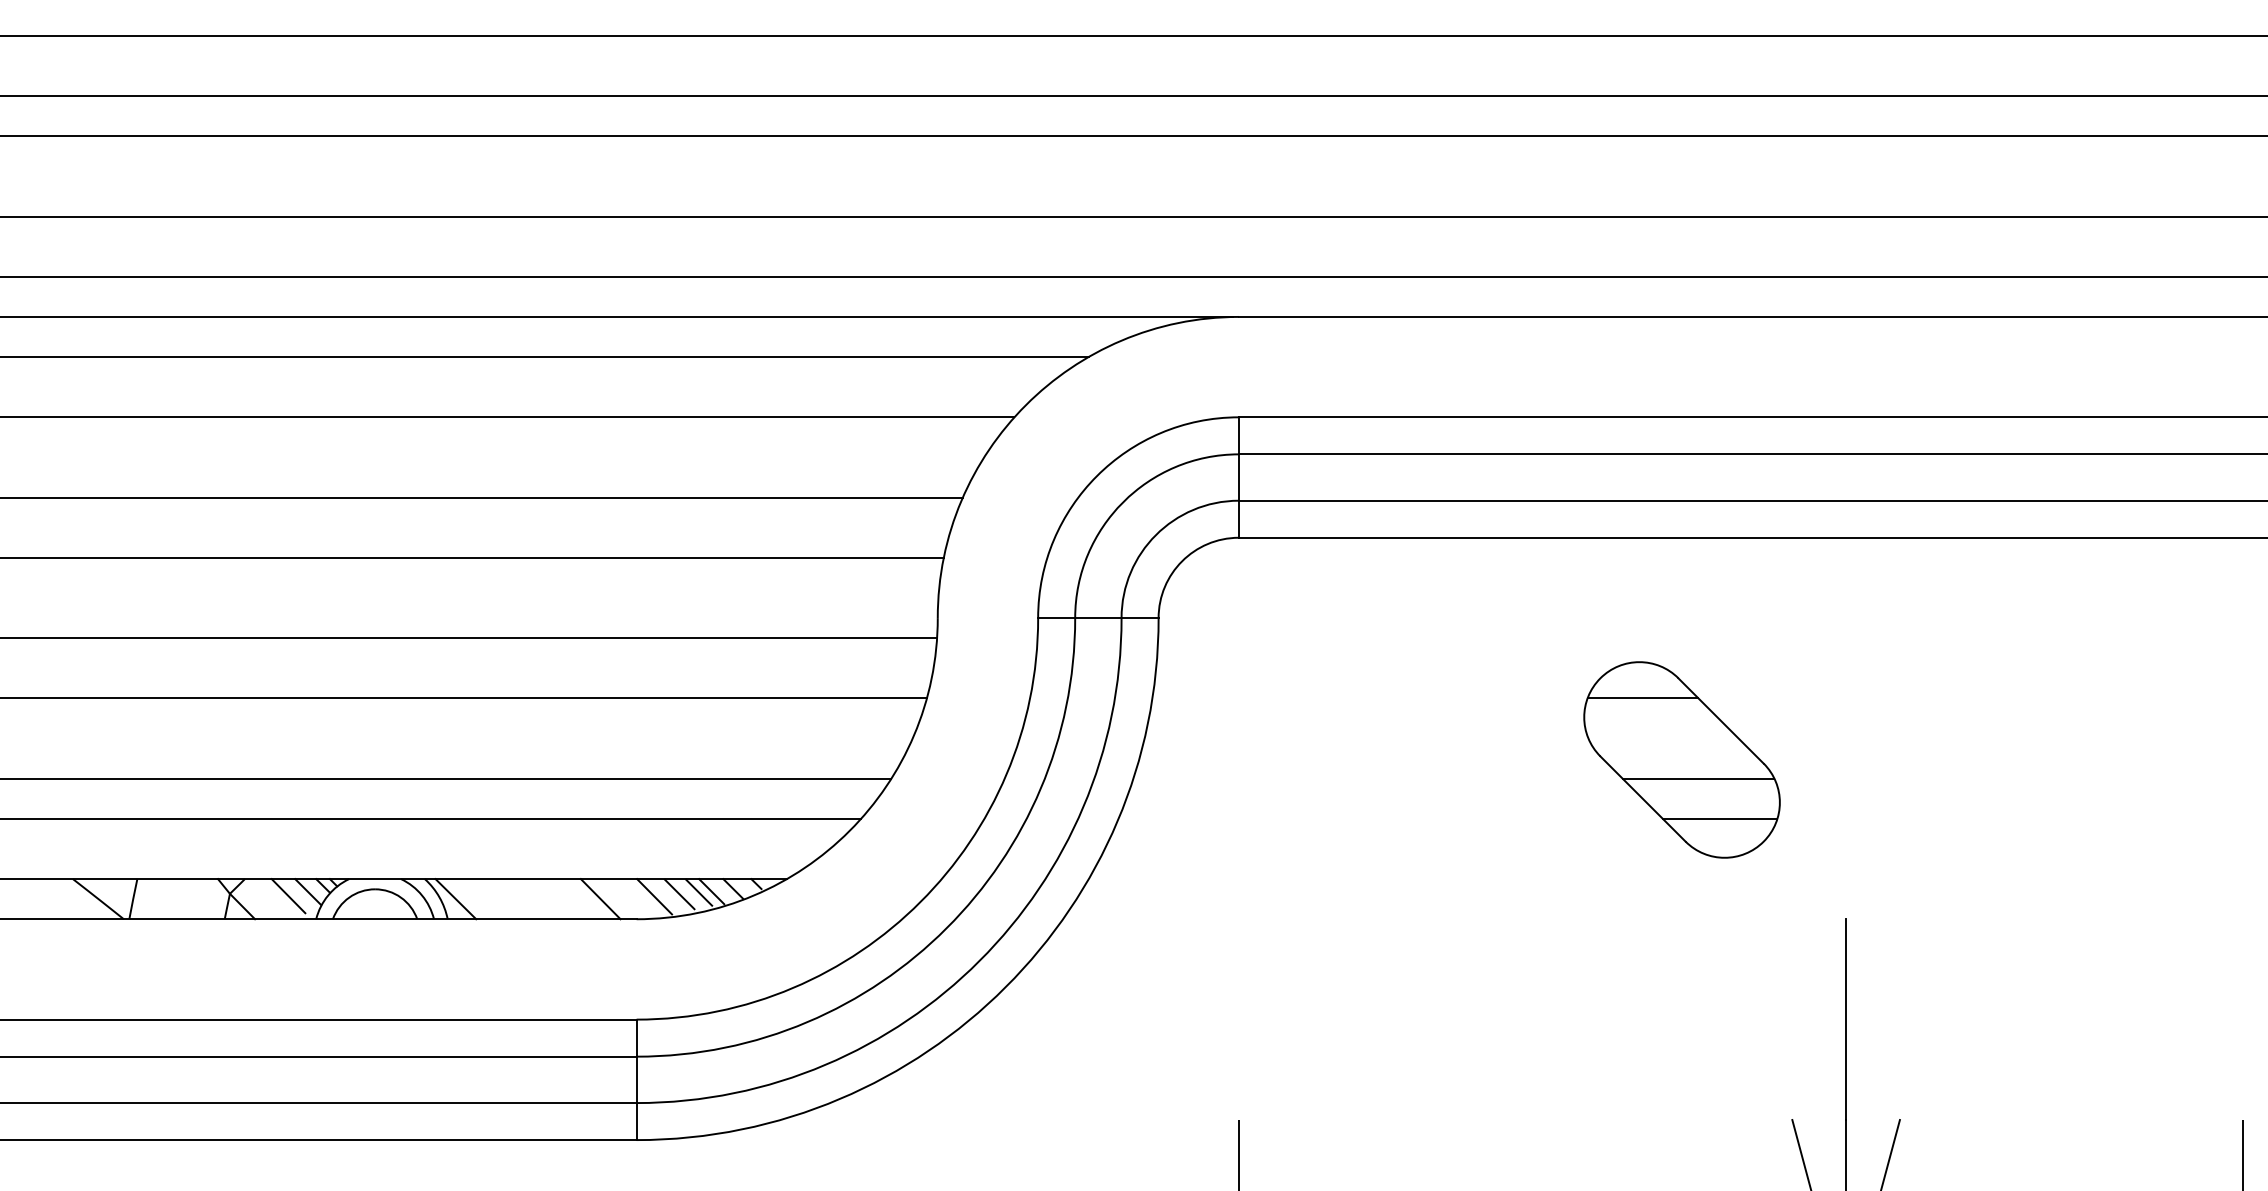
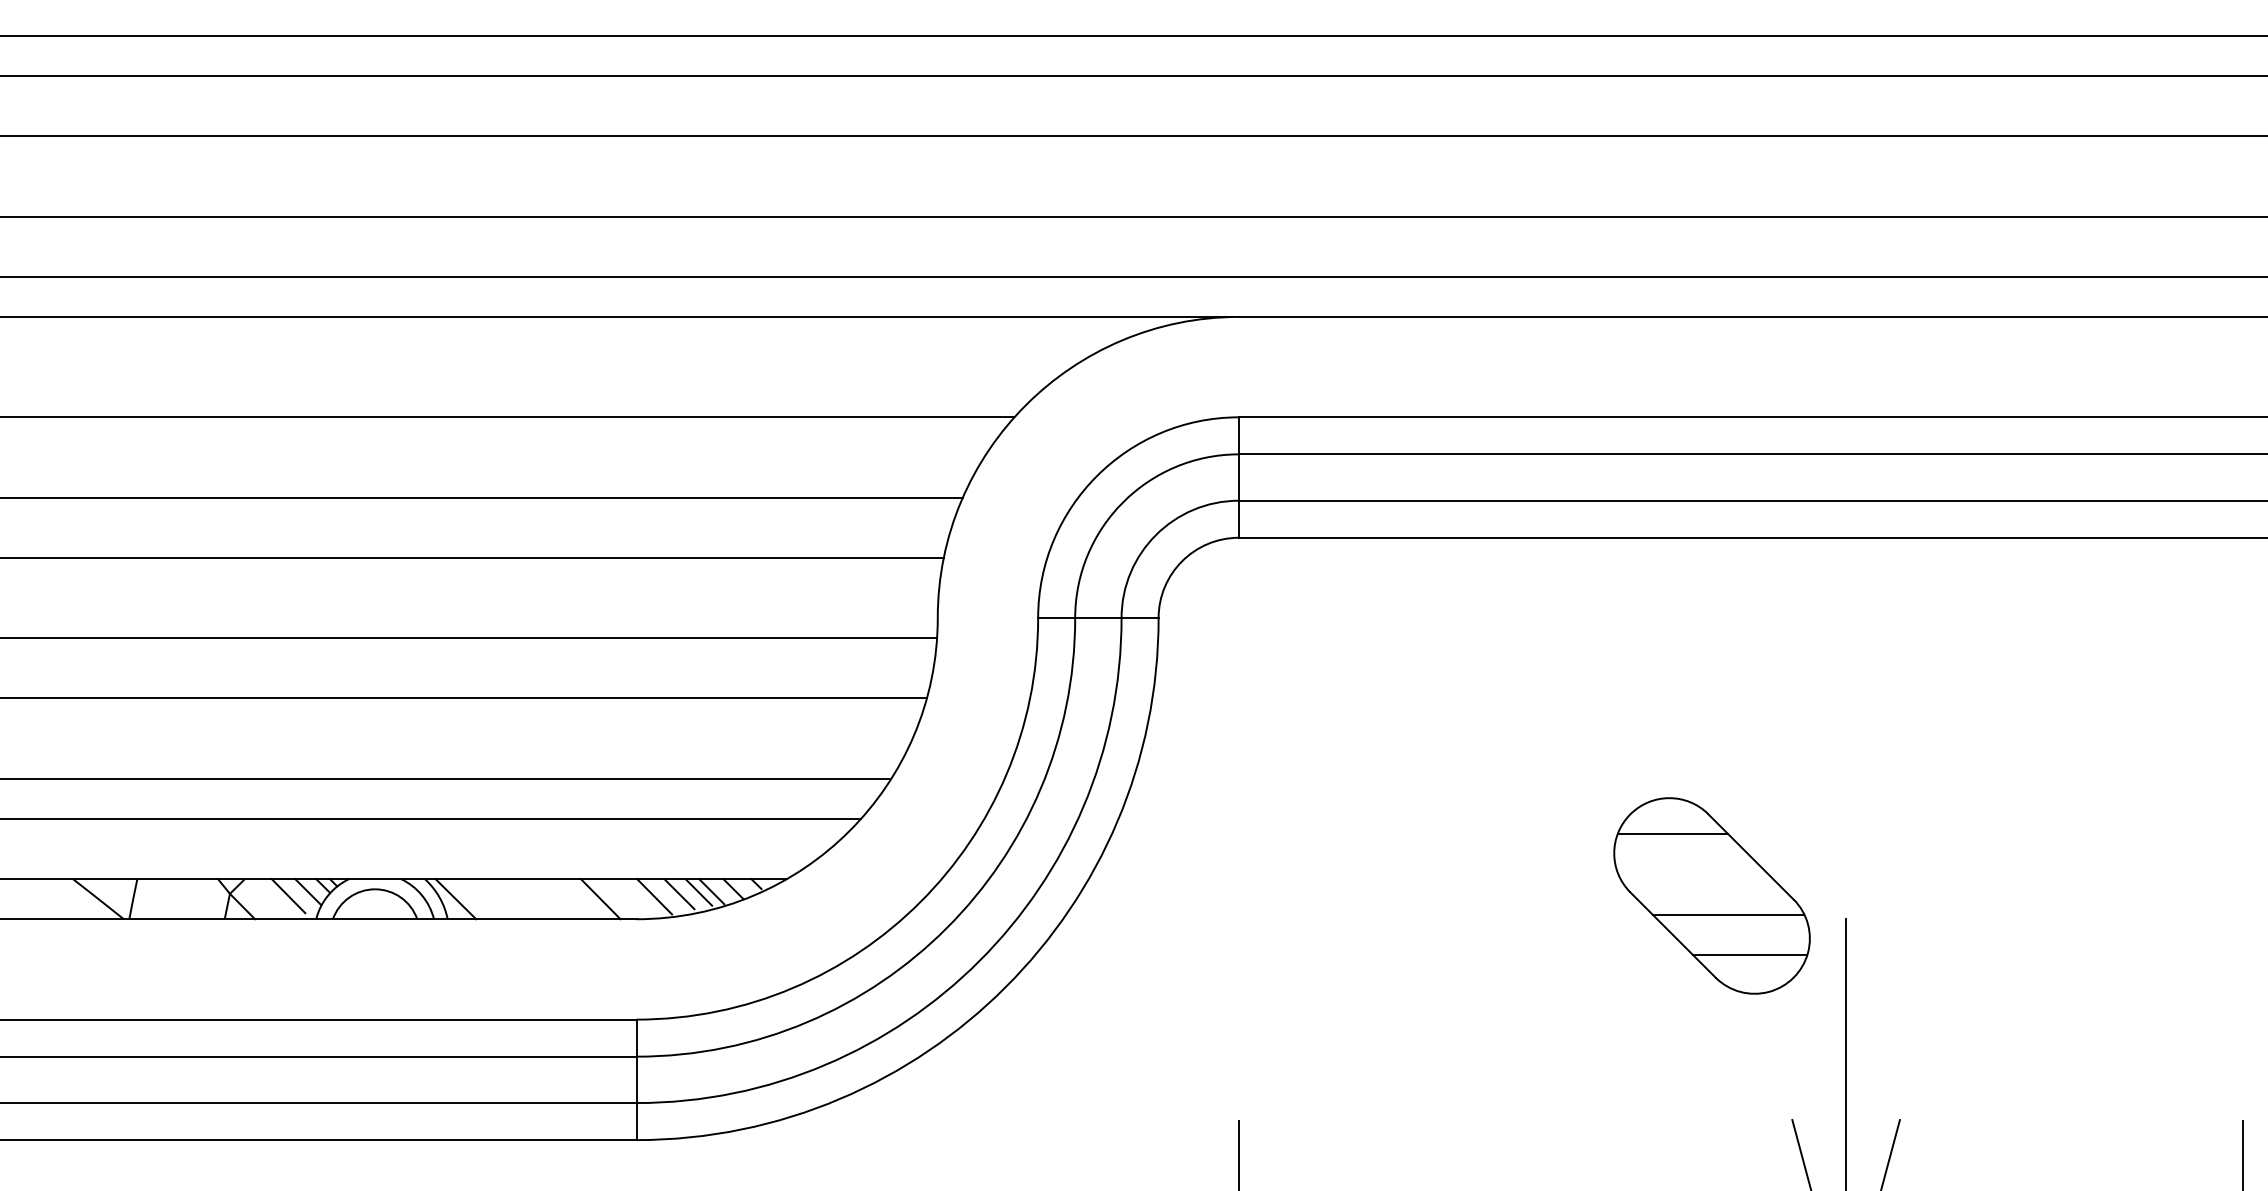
line at (1133, 96) position: (1133, 96) -> (1133, 76)
line at (545, 357): present -> none
part at (1681, 759) position: (1681, 759) -> (1711, 895)
